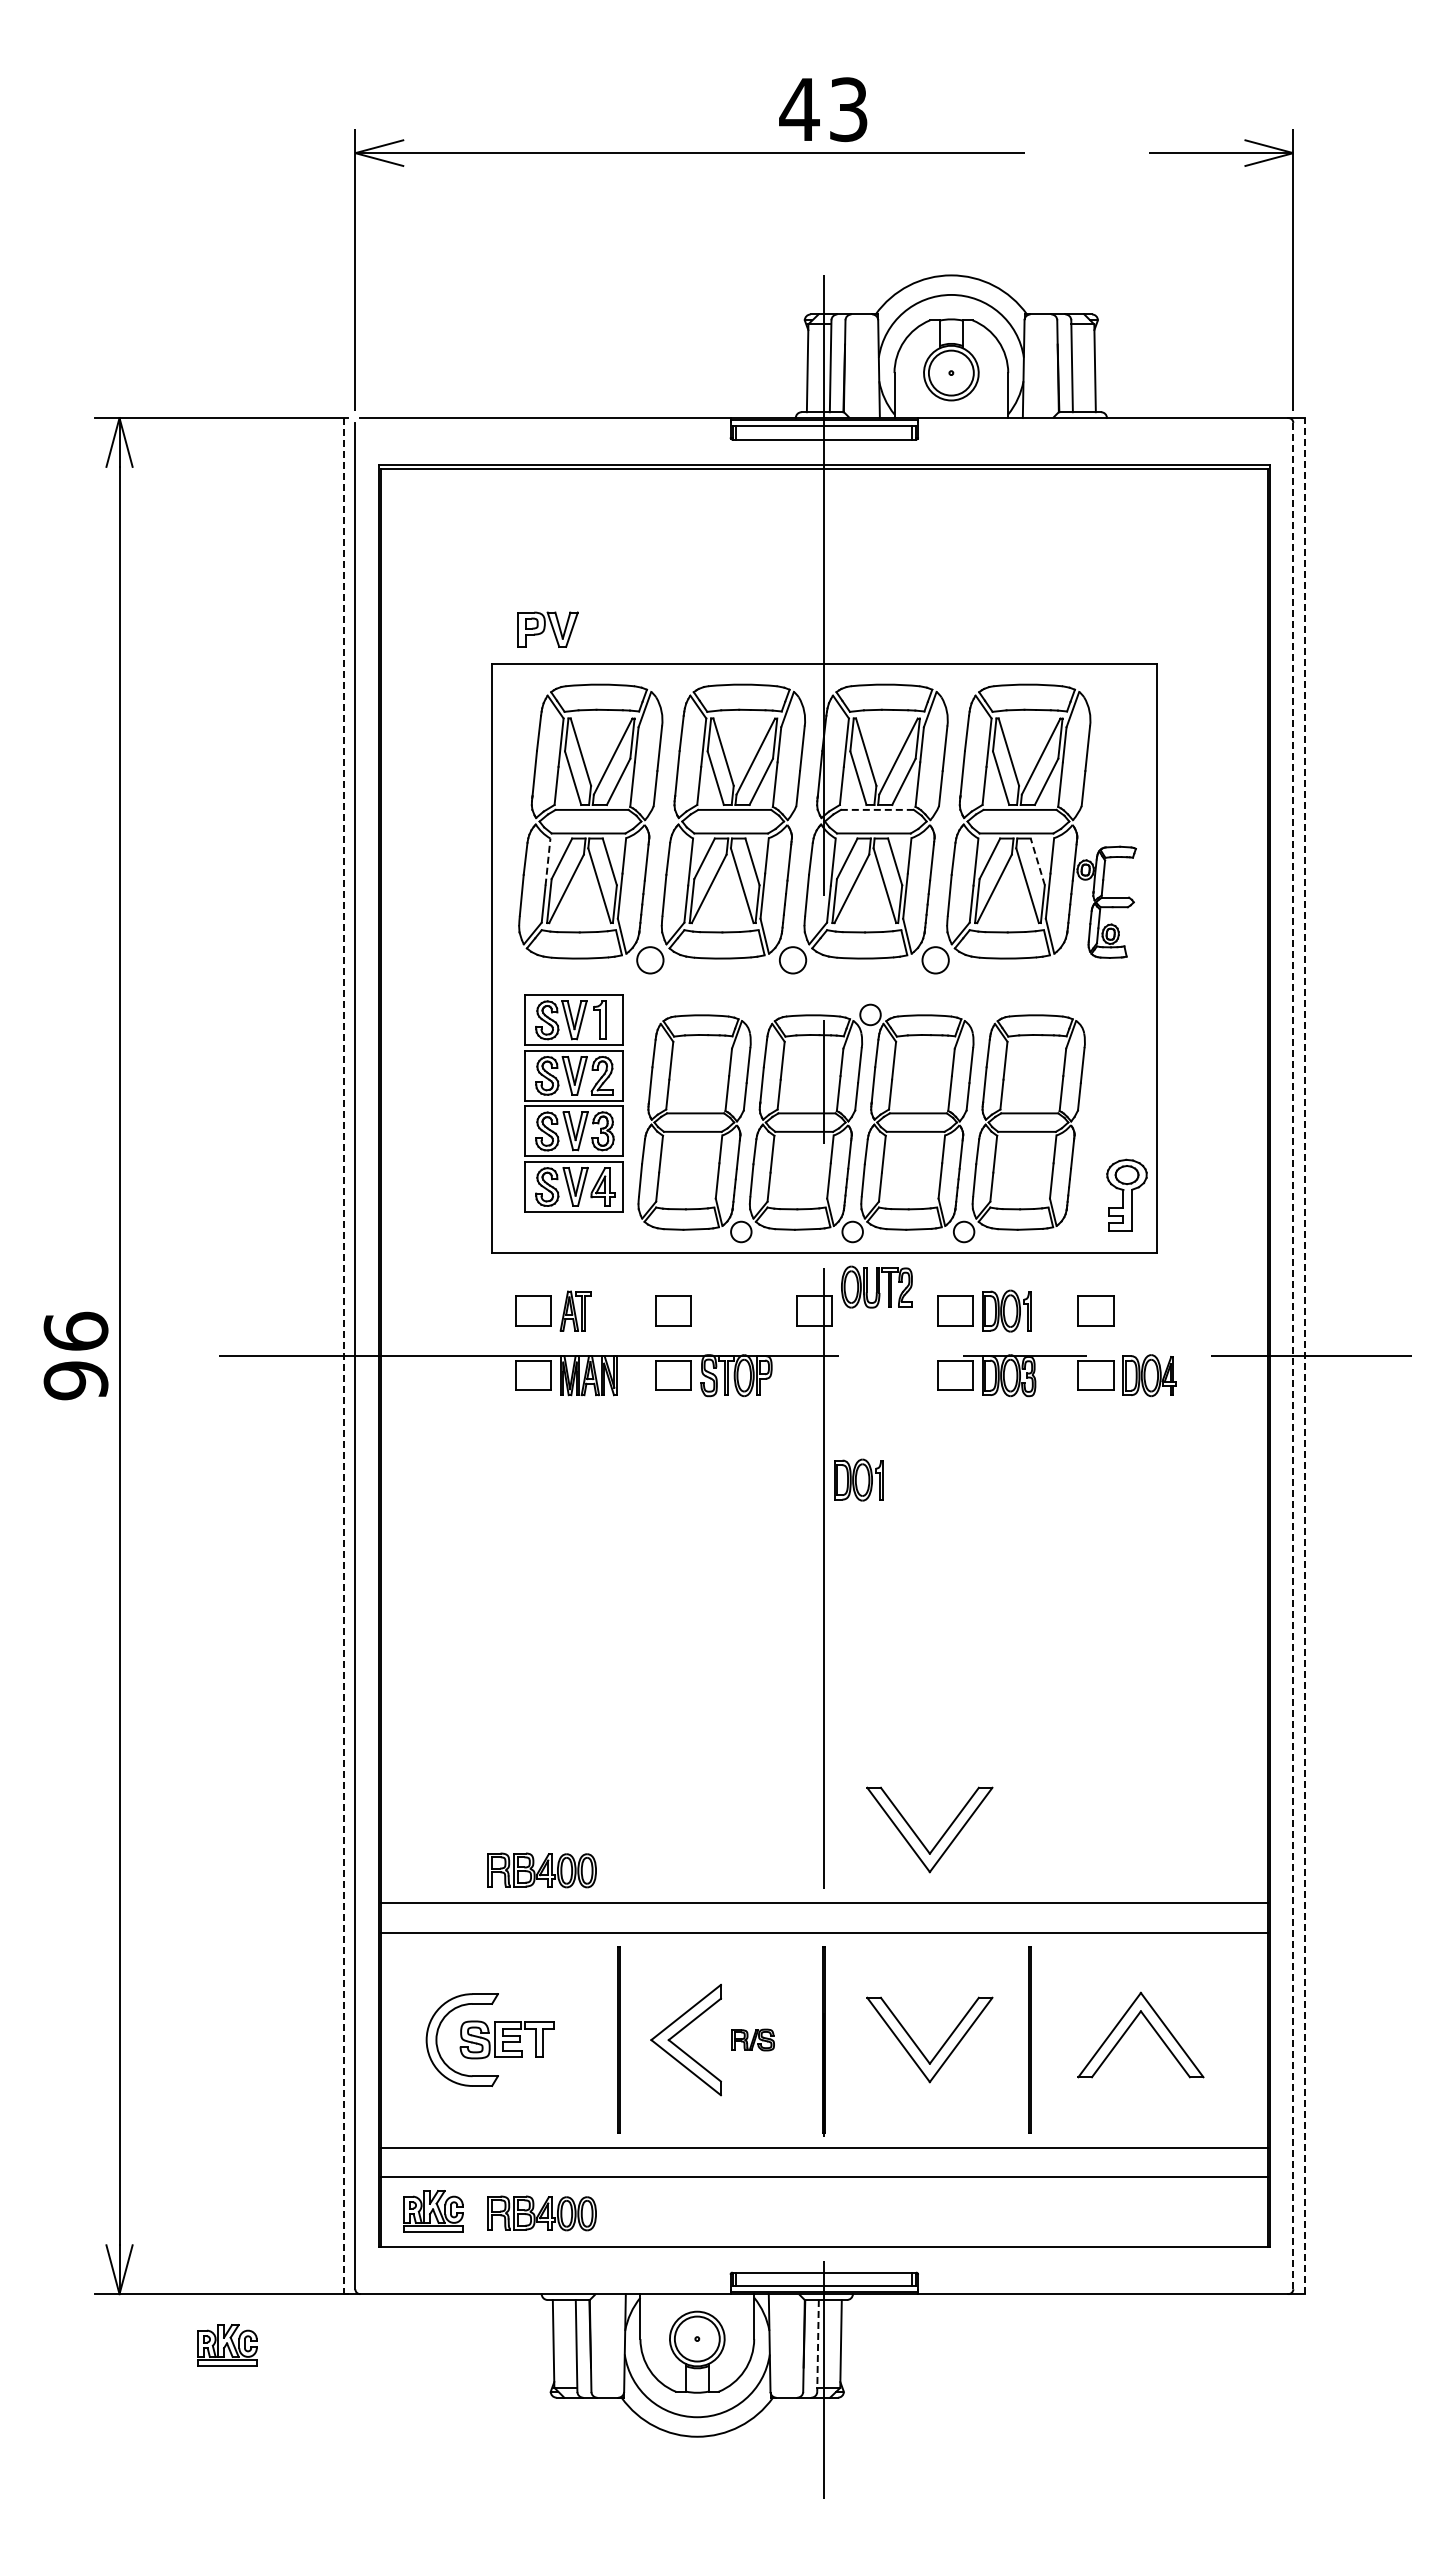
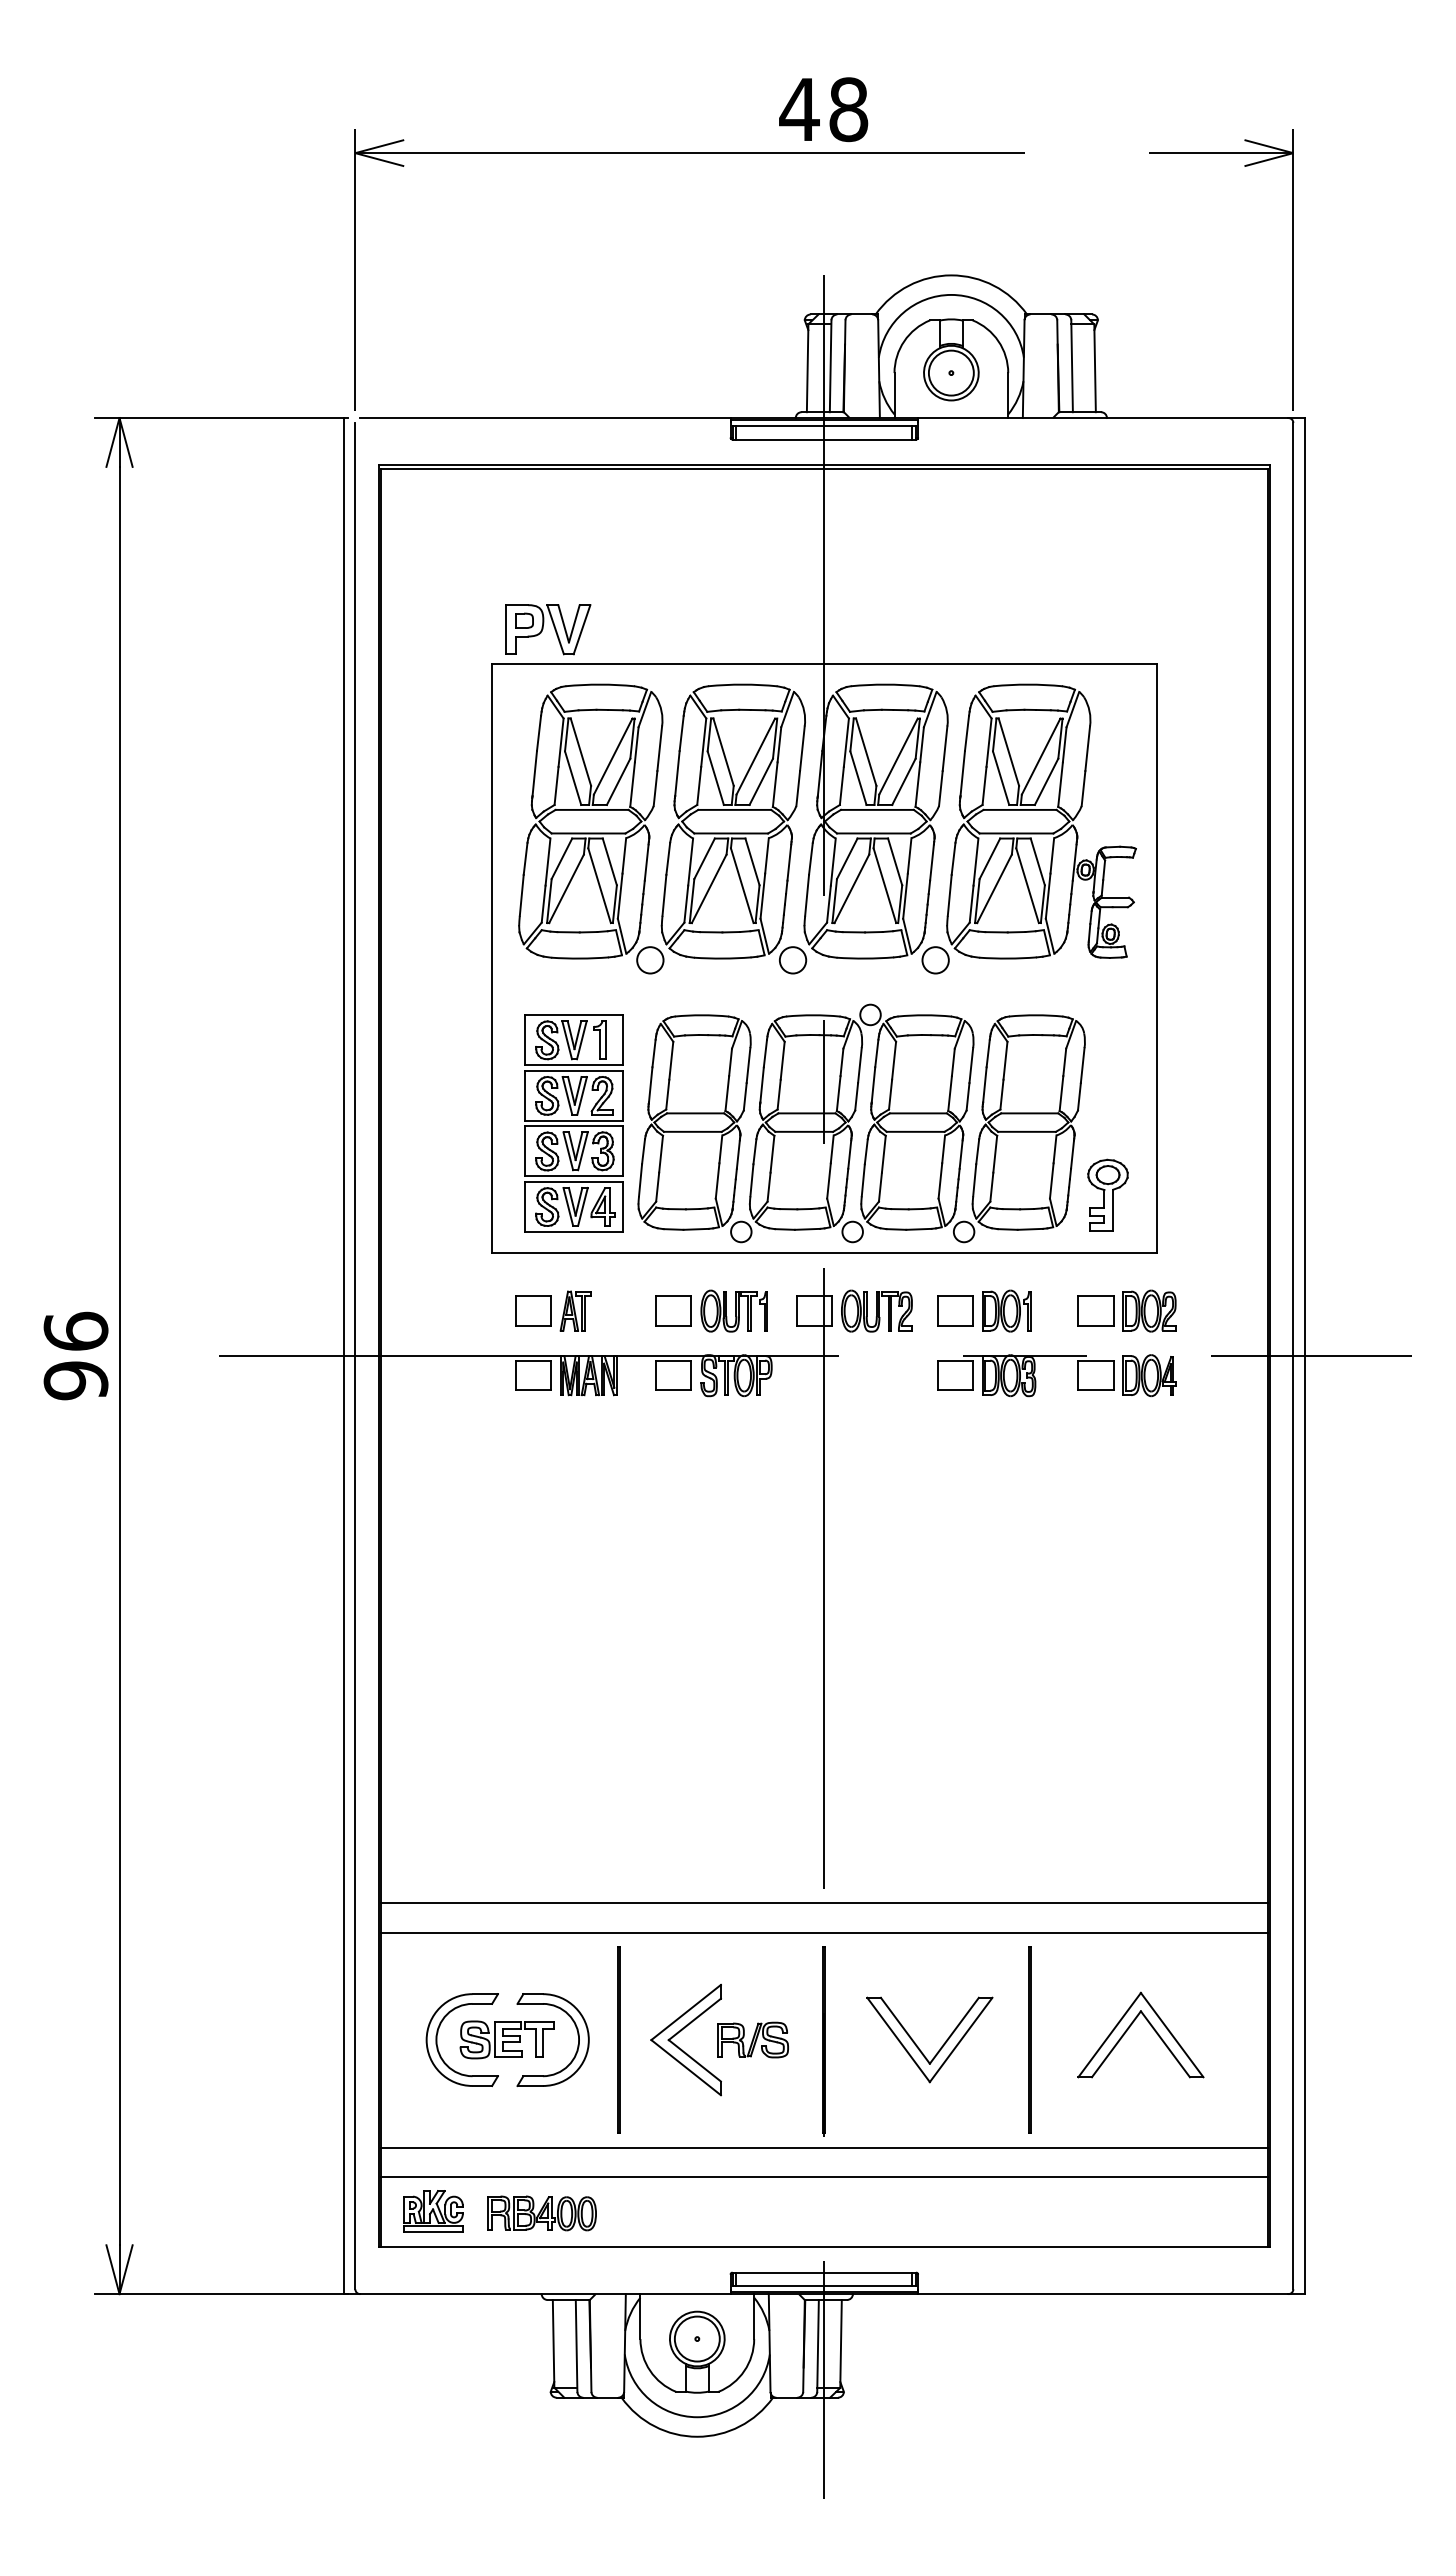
text at (848, 109): 43 -> 48
part at (547, 629) size: 62x37 px -> 87x52 px
line at (876, 809): dashed -> solid
line at (1037, 861): dashed -> solid
line at (548, 862): dashed -> solid
part at (573, 1103) position: (573, 1103) -> (573, 1123)
part at (1126, 1194) position: (1126, 1194) -> (1107, 1194)
part at (876, 1286) position: (876, 1286) -> (876, 1310)
part at (733, 1310): none -> present
part at (1149, 1310): none -> present
line at (1305, 1355): dashed -> solid
line at (343, 1356): dashed -> solid
line at (1293, 1356): dashed -> solid
part at (858, 1479): present -> none
part at (918, 1836): present -> none
part at (541, 1870): present -> none
part at (577, 2035): none -> present
part at (752, 2039) size: 44x24 px -> 72x38 px
part at (227, 2345): present -> none
line at (818, 2345): dashed -> solid
